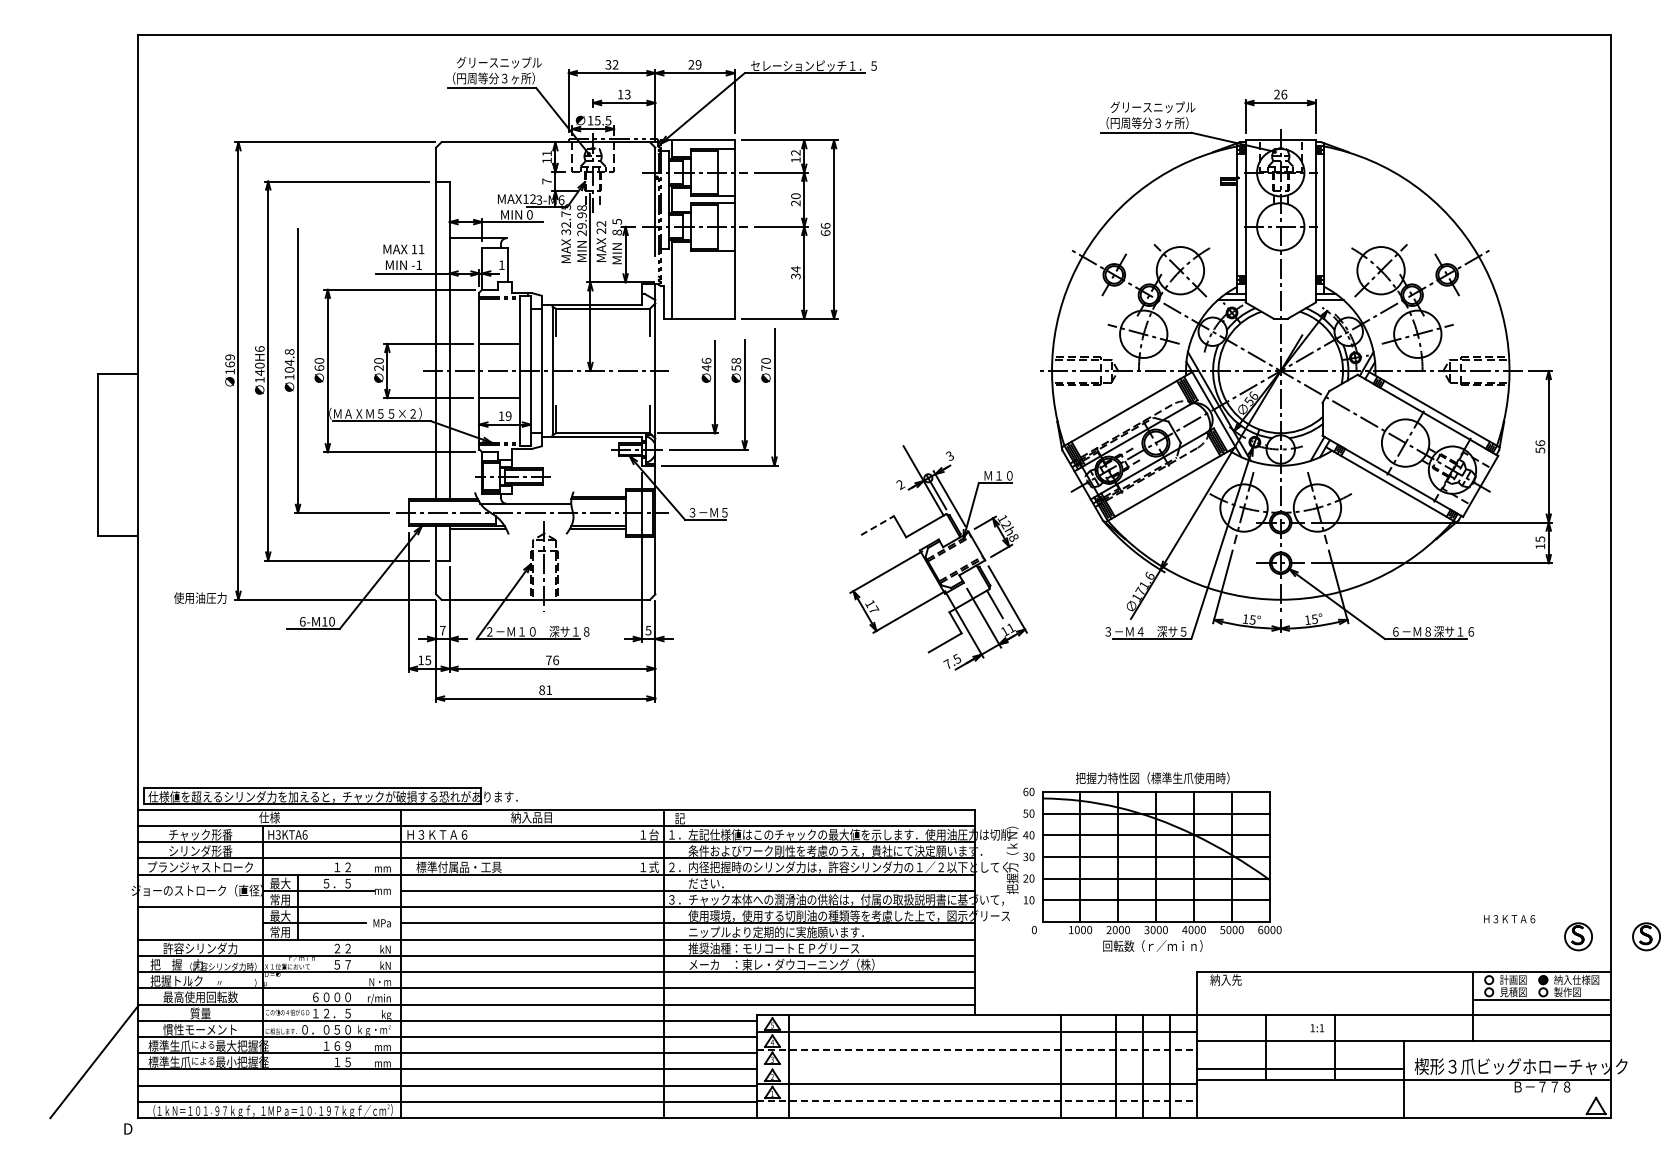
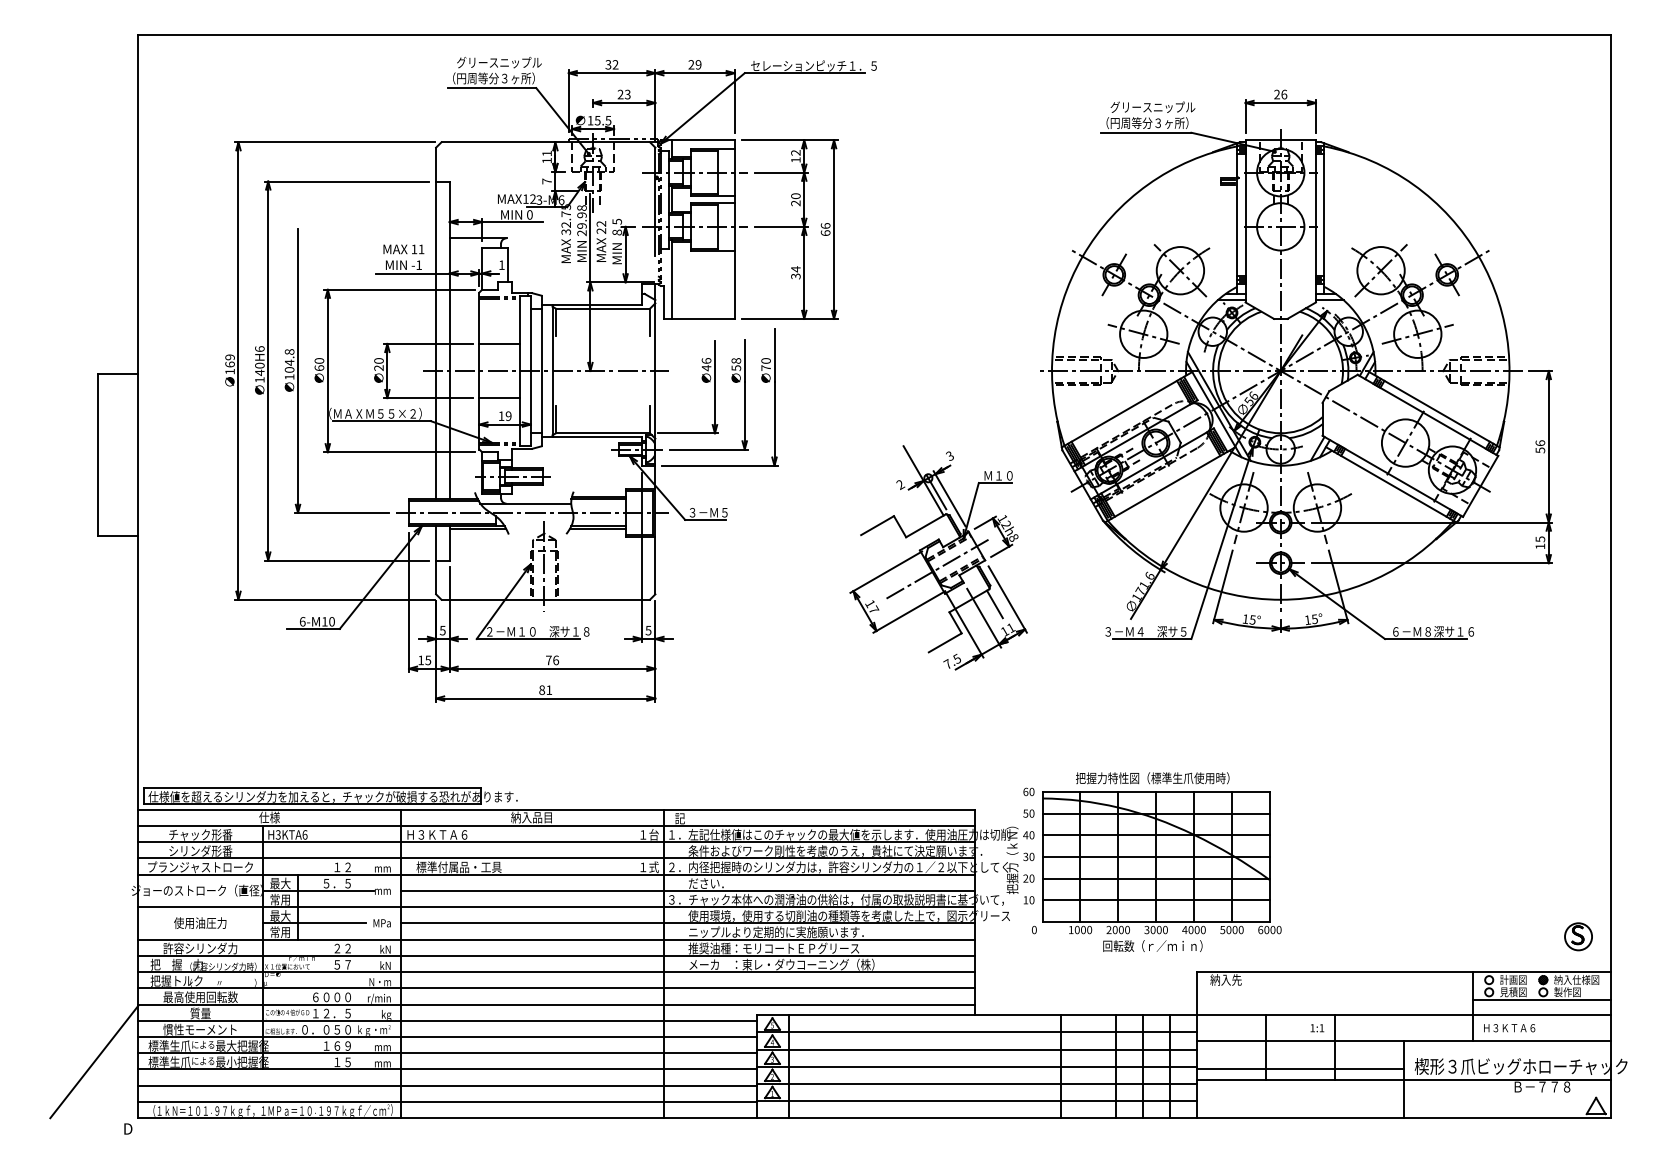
text at (620, 94): 13 -> 23
line at (877, 525): dashed -> solid
line at (937, 568): none -> present
text at (200, 597) position: (200, 597) -> (200, 922)
text at (442, 630): 7 -> 5
text at (1509, 919) position: (1509, 919) -> (1509, 1028)
part at (1646, 936): present -> none
line at (976, 1049): dashed -> solid
line at (976, 1066): none -> present
line at (976, 1101): dashed -> solid
